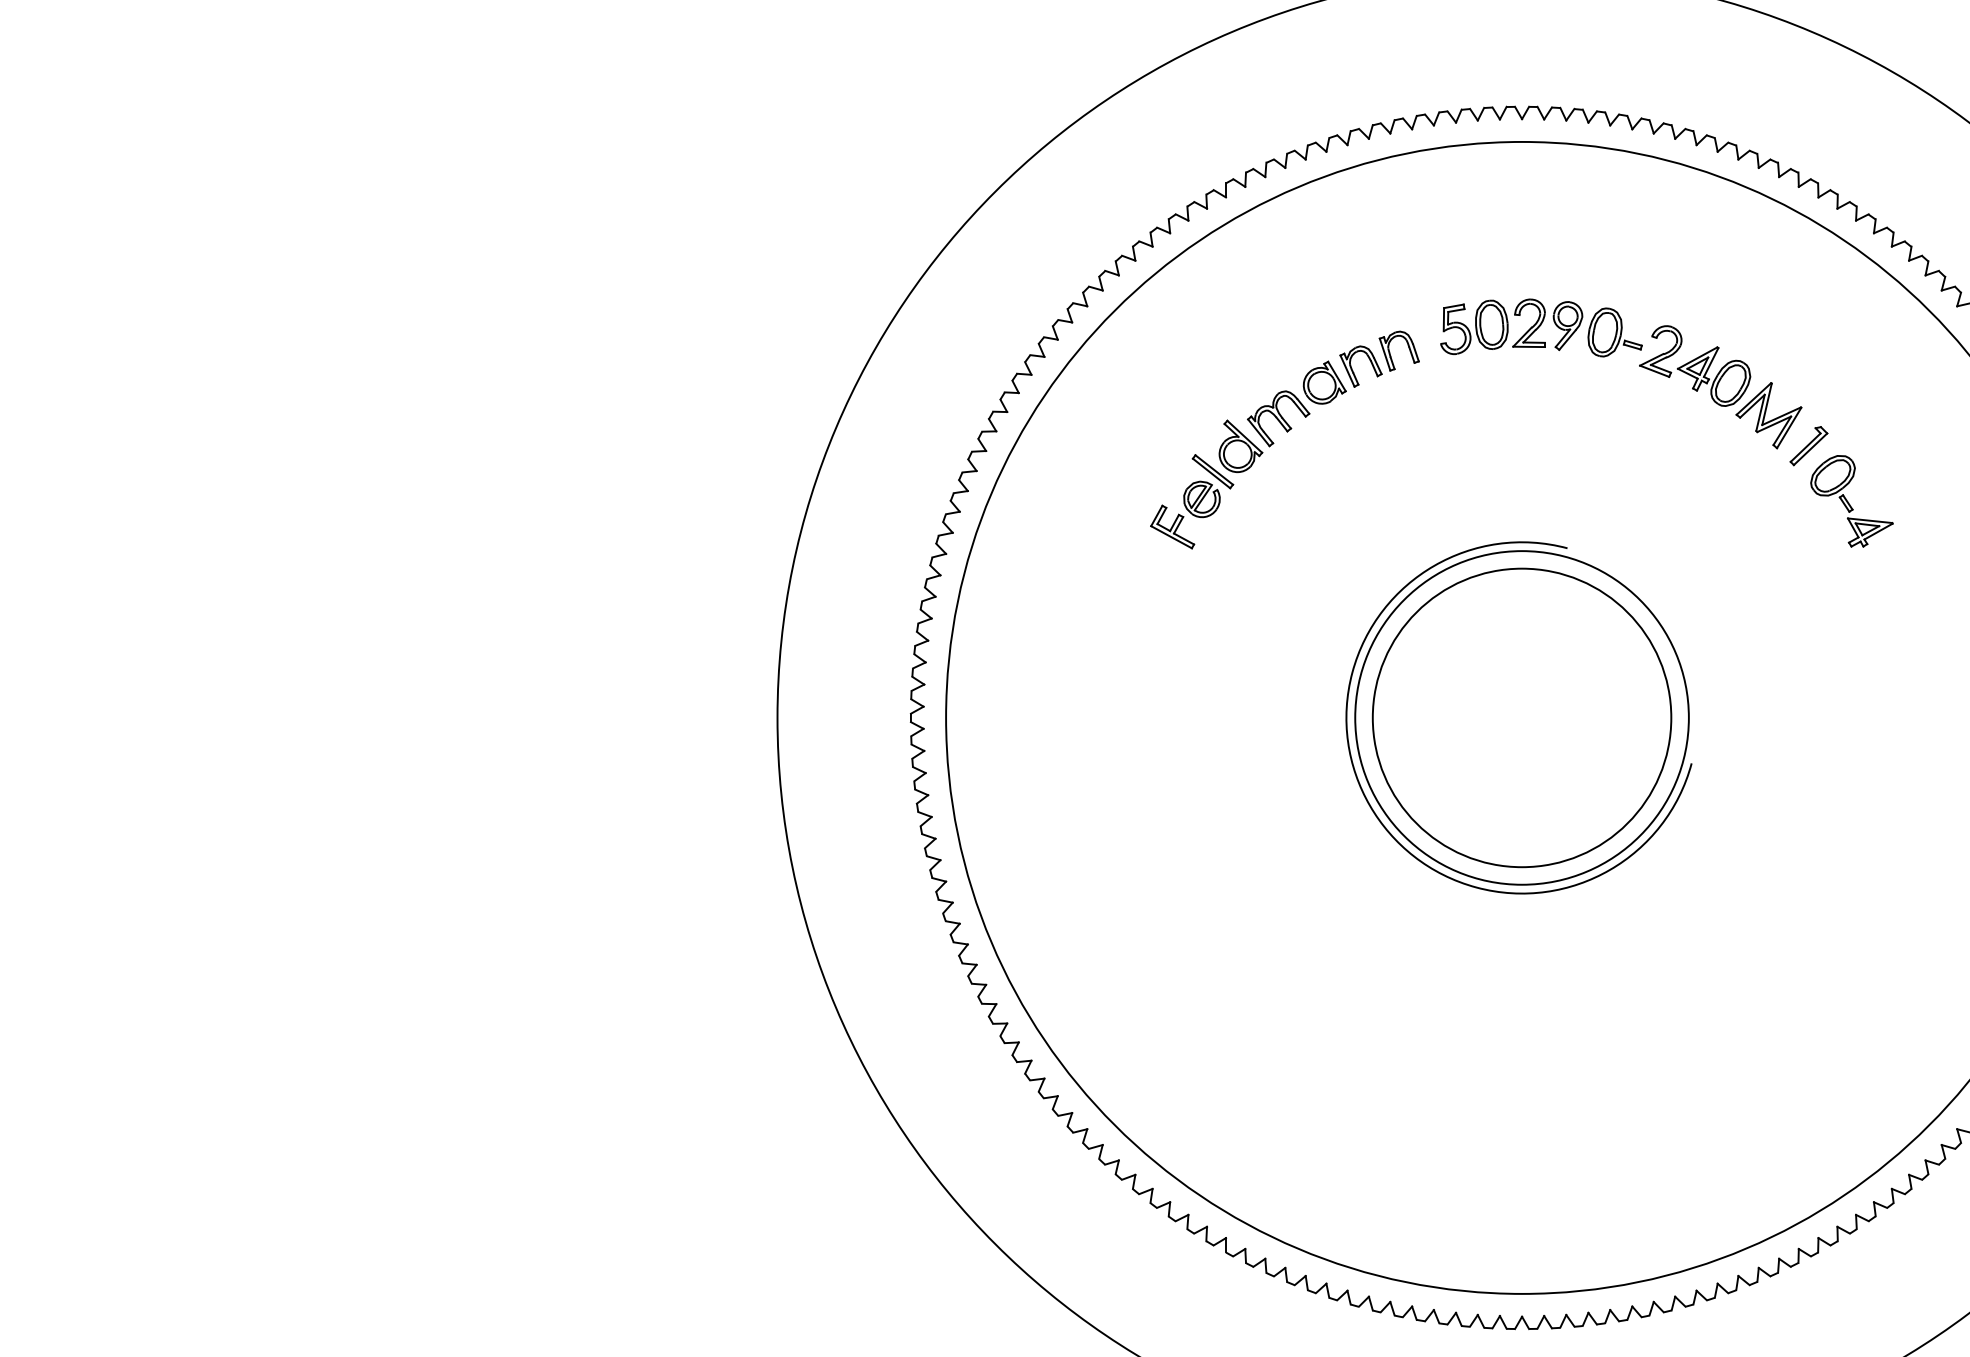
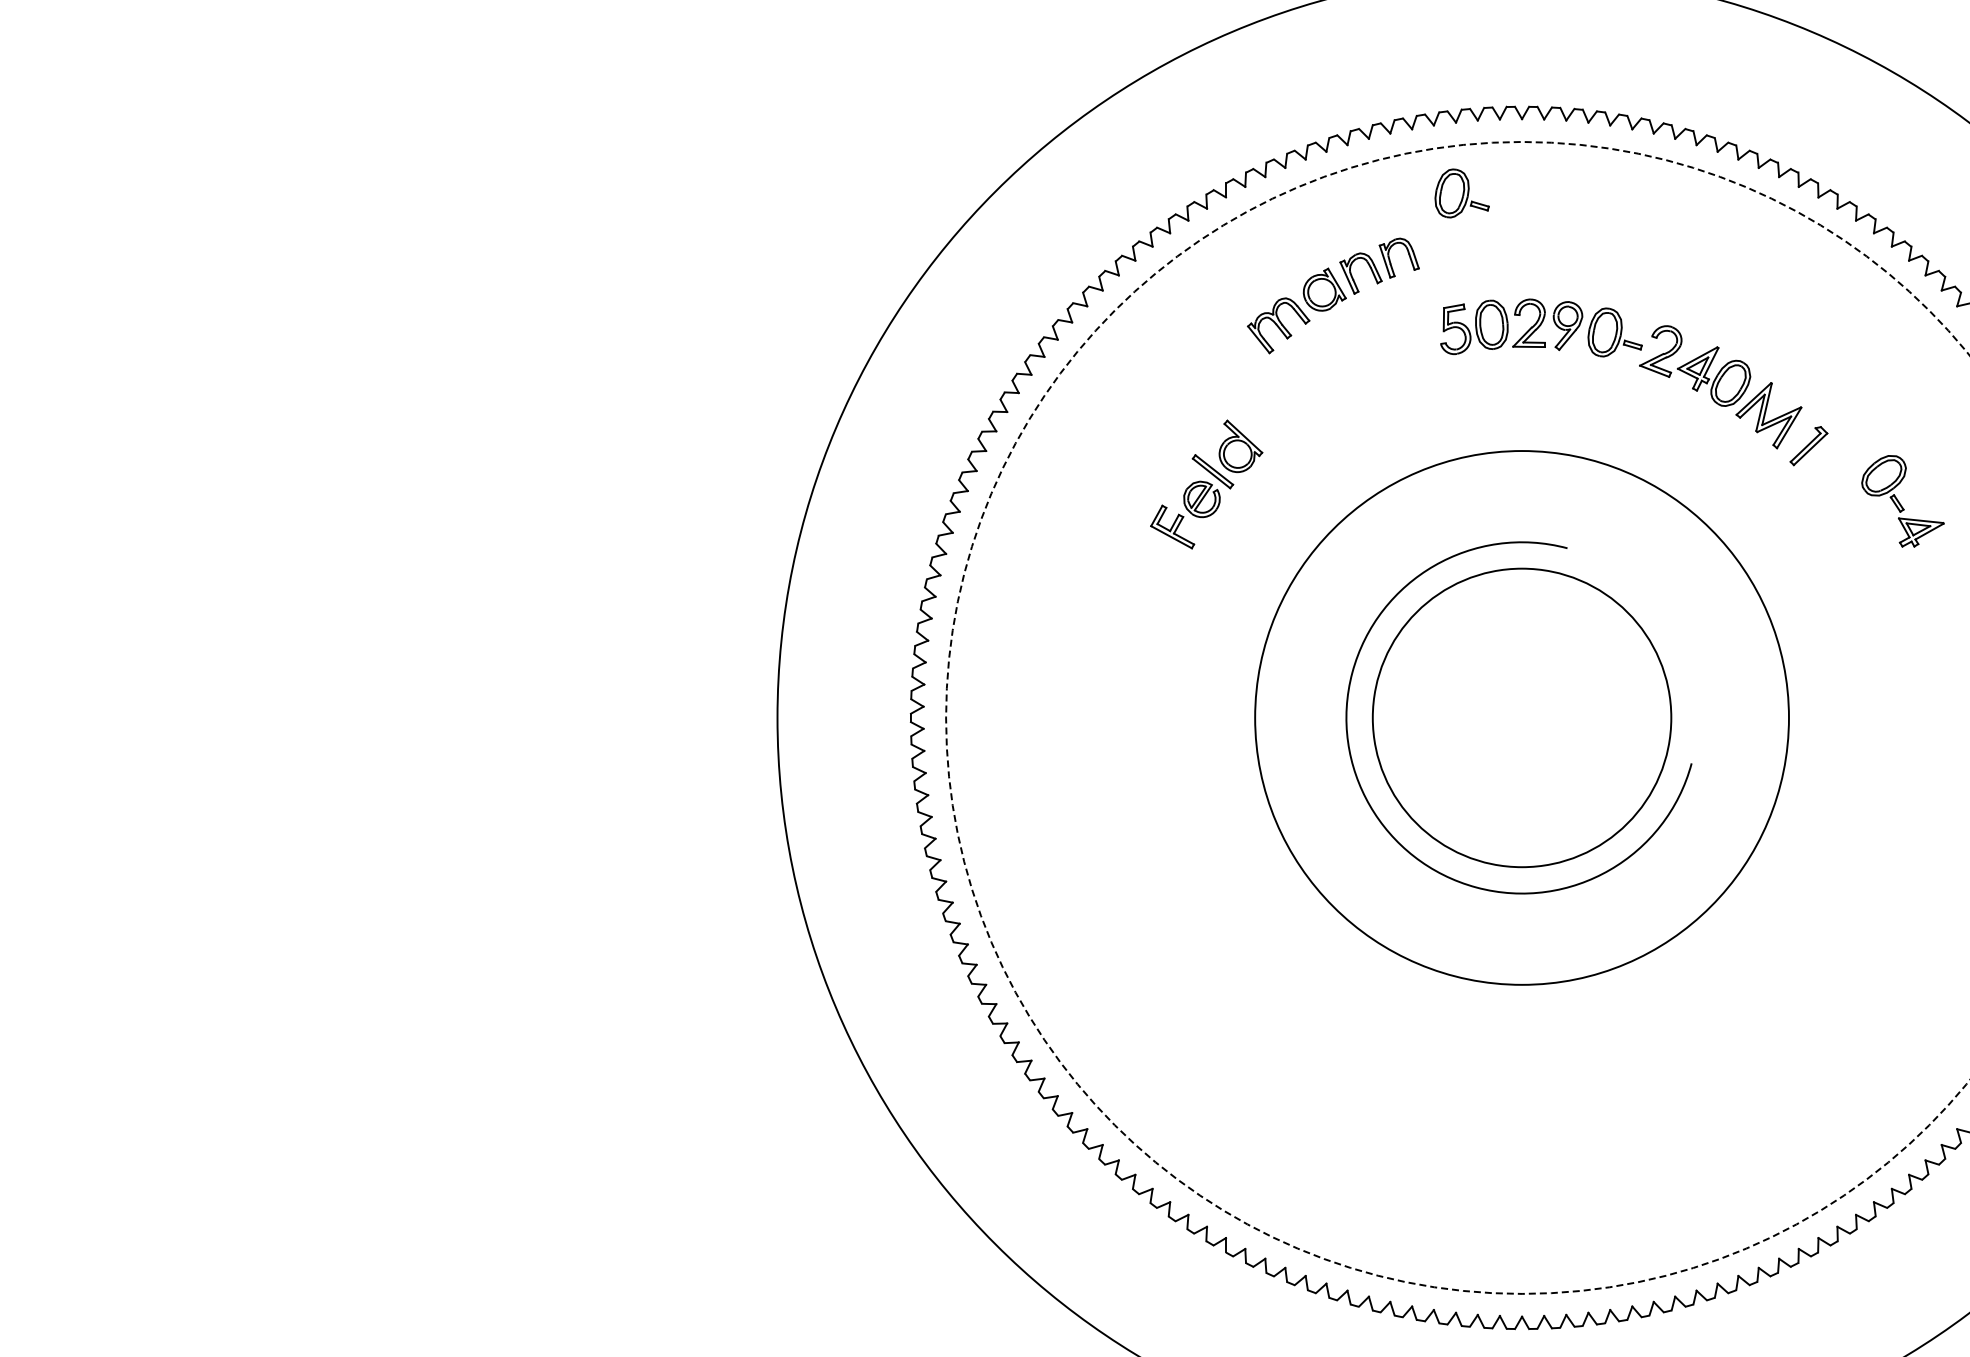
part at (1461, 193): none -> present
part at (1333, 388) position: (1333, 388) -> (1333, 295)
part at (1851, 501) position: (1851, 501) -> (1902, 501)
circle at (1457, 717): solid -> dashed
circle at (1521, 717) diameter: 334 px -> 534 px
